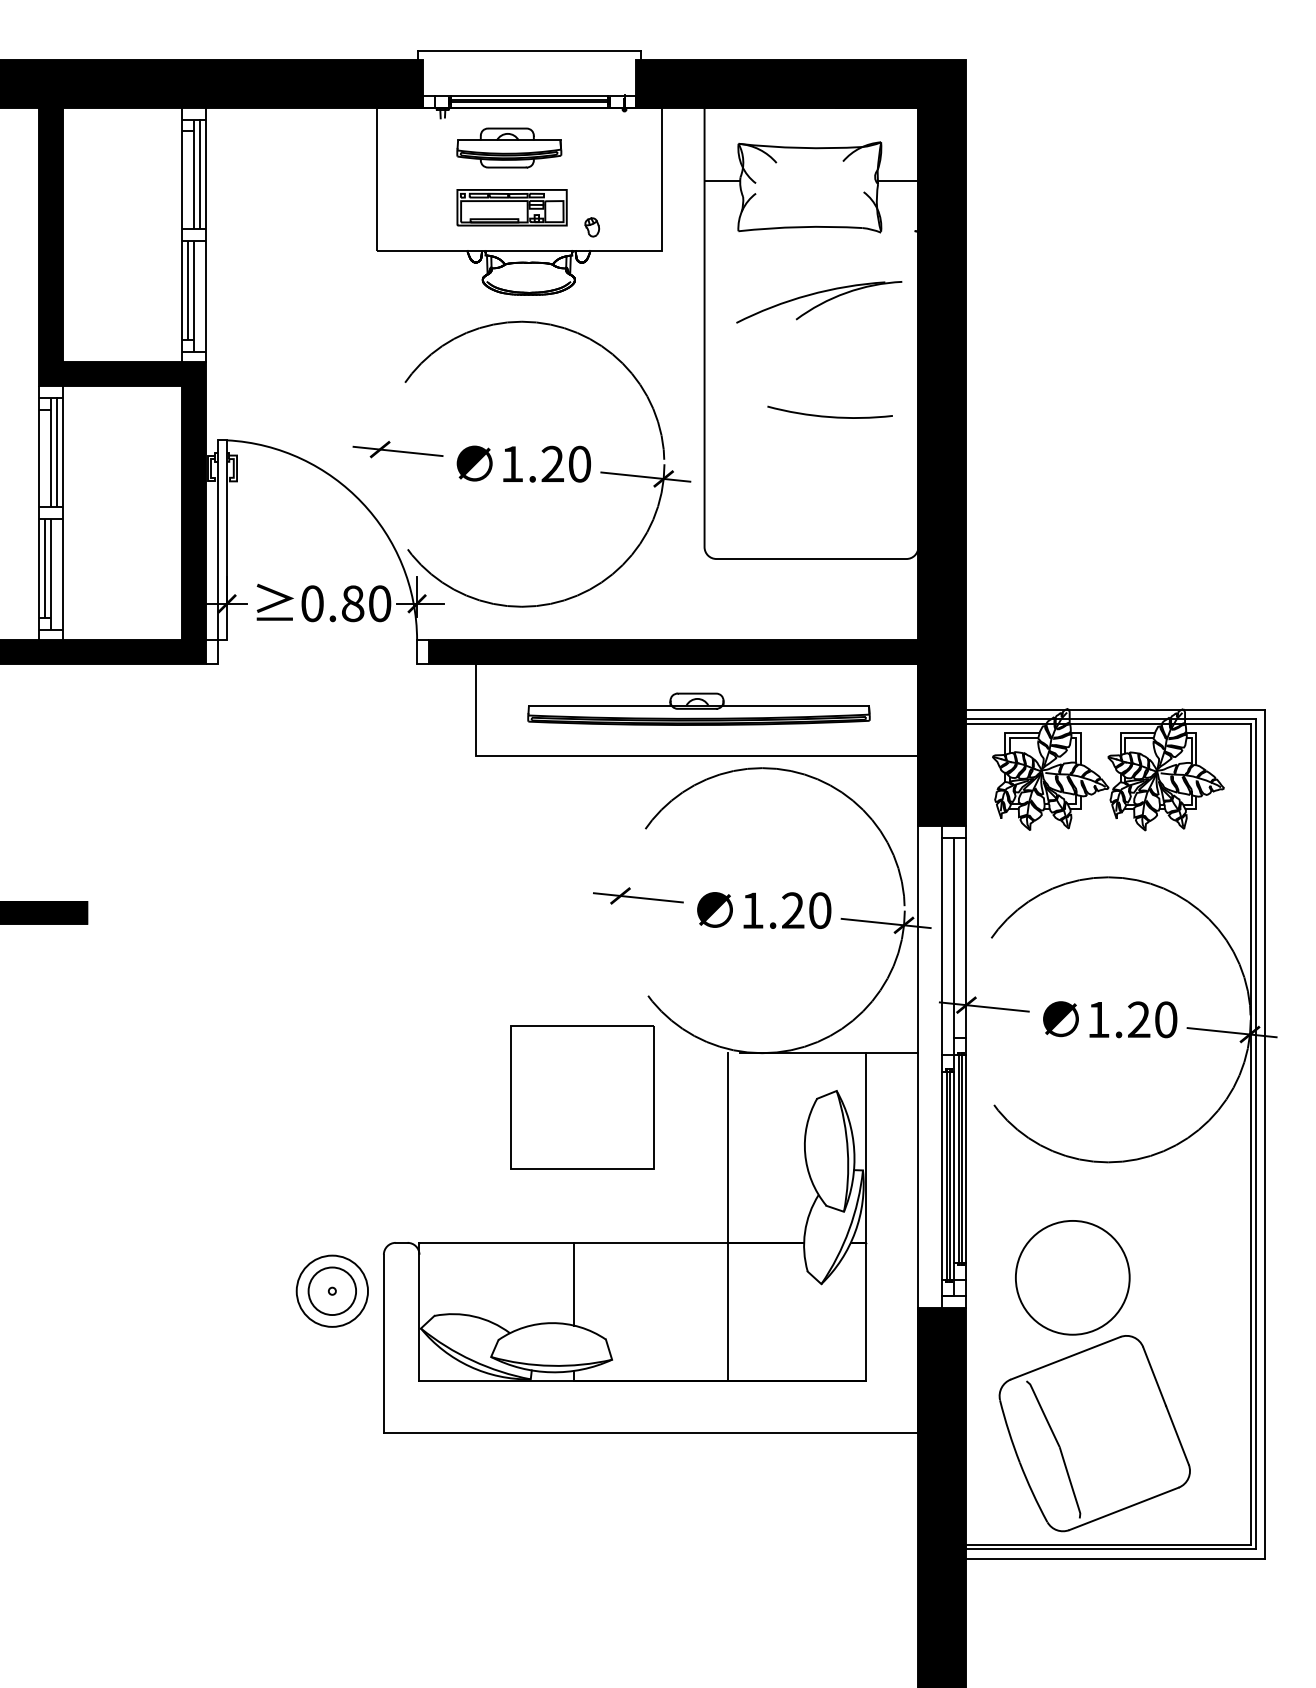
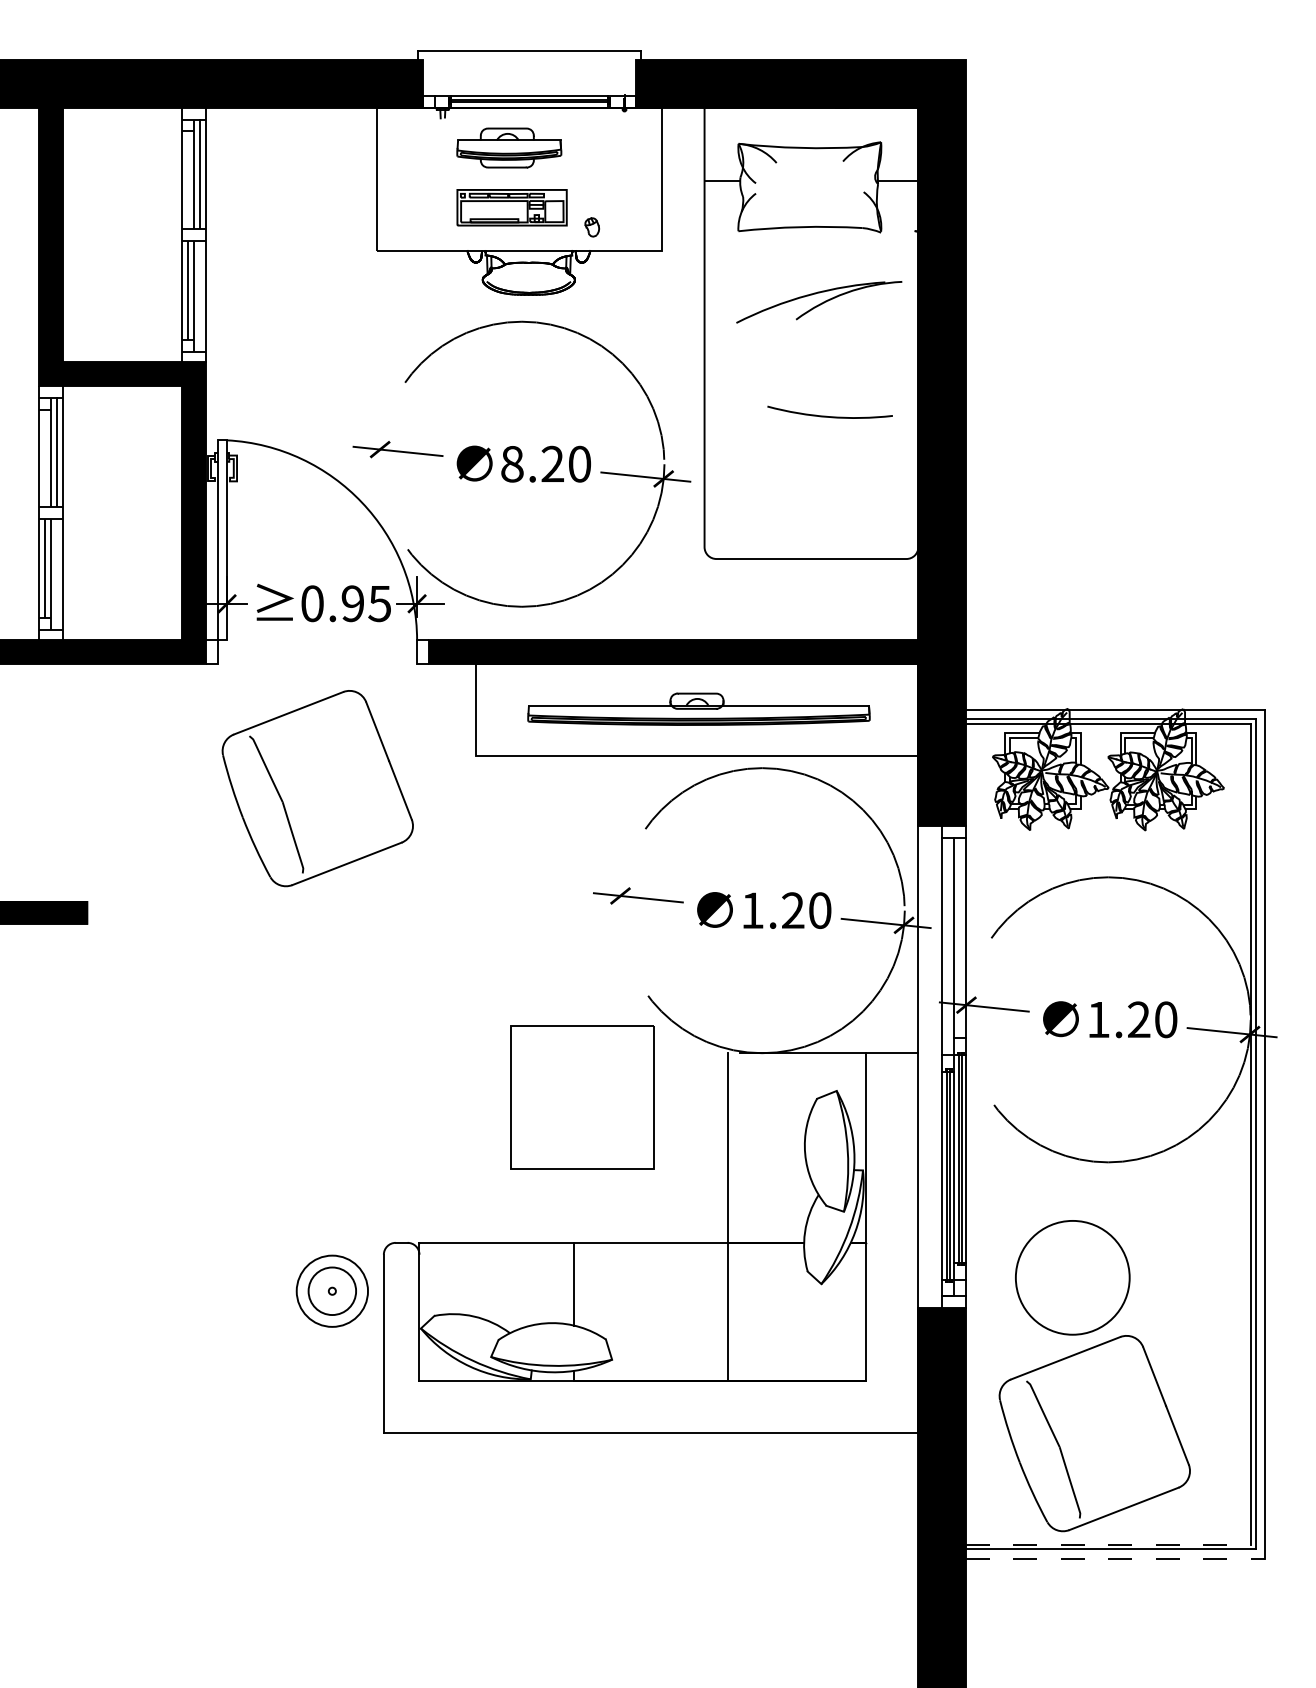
text at (512, 464): 1.20 -> 8.20
text at (366, 603): 0.80 -> 0.95
part at (317, 788): none -> present
line at (1108, 1544): solid -> dashed
line at (1115, 1558): solid -> dashed
